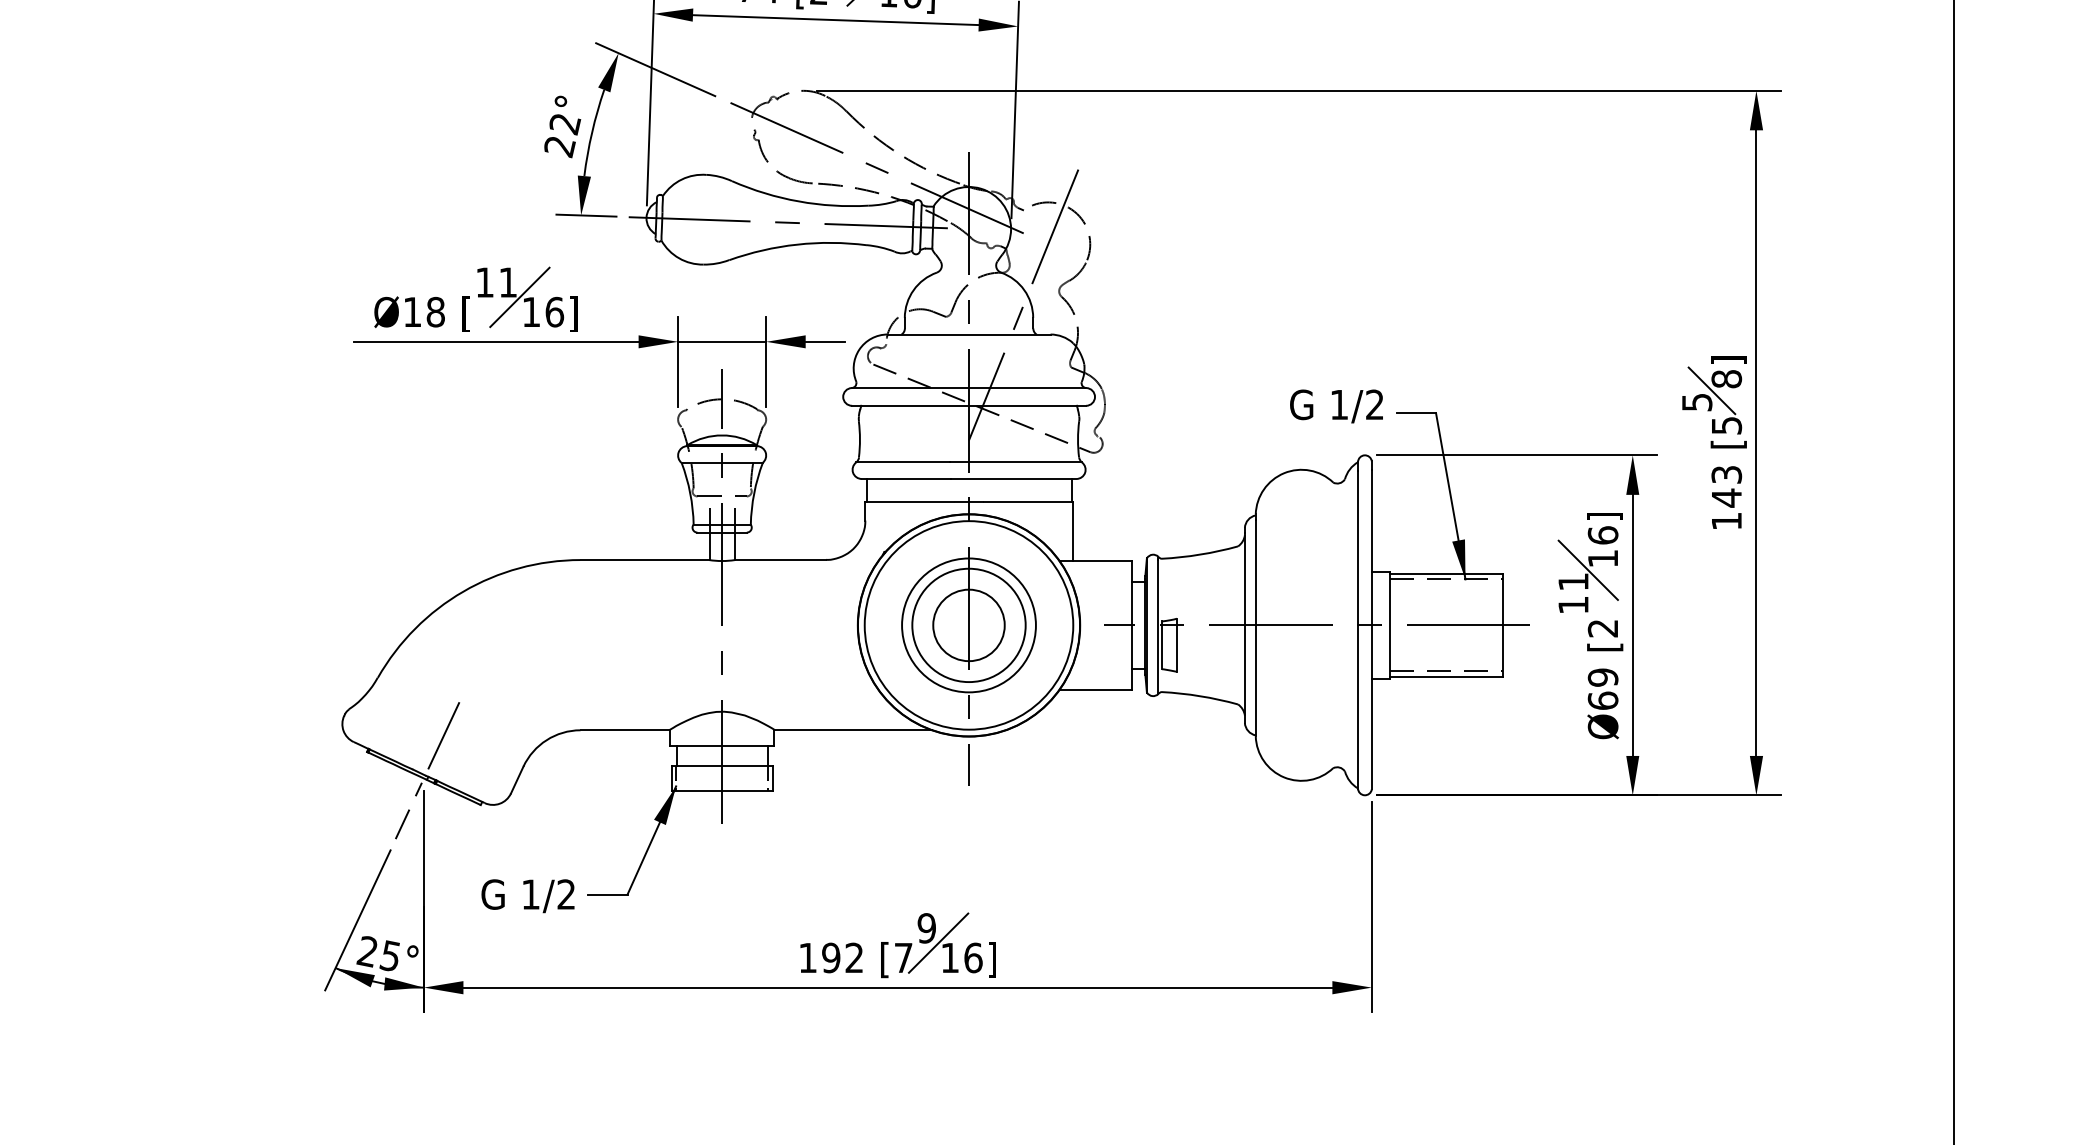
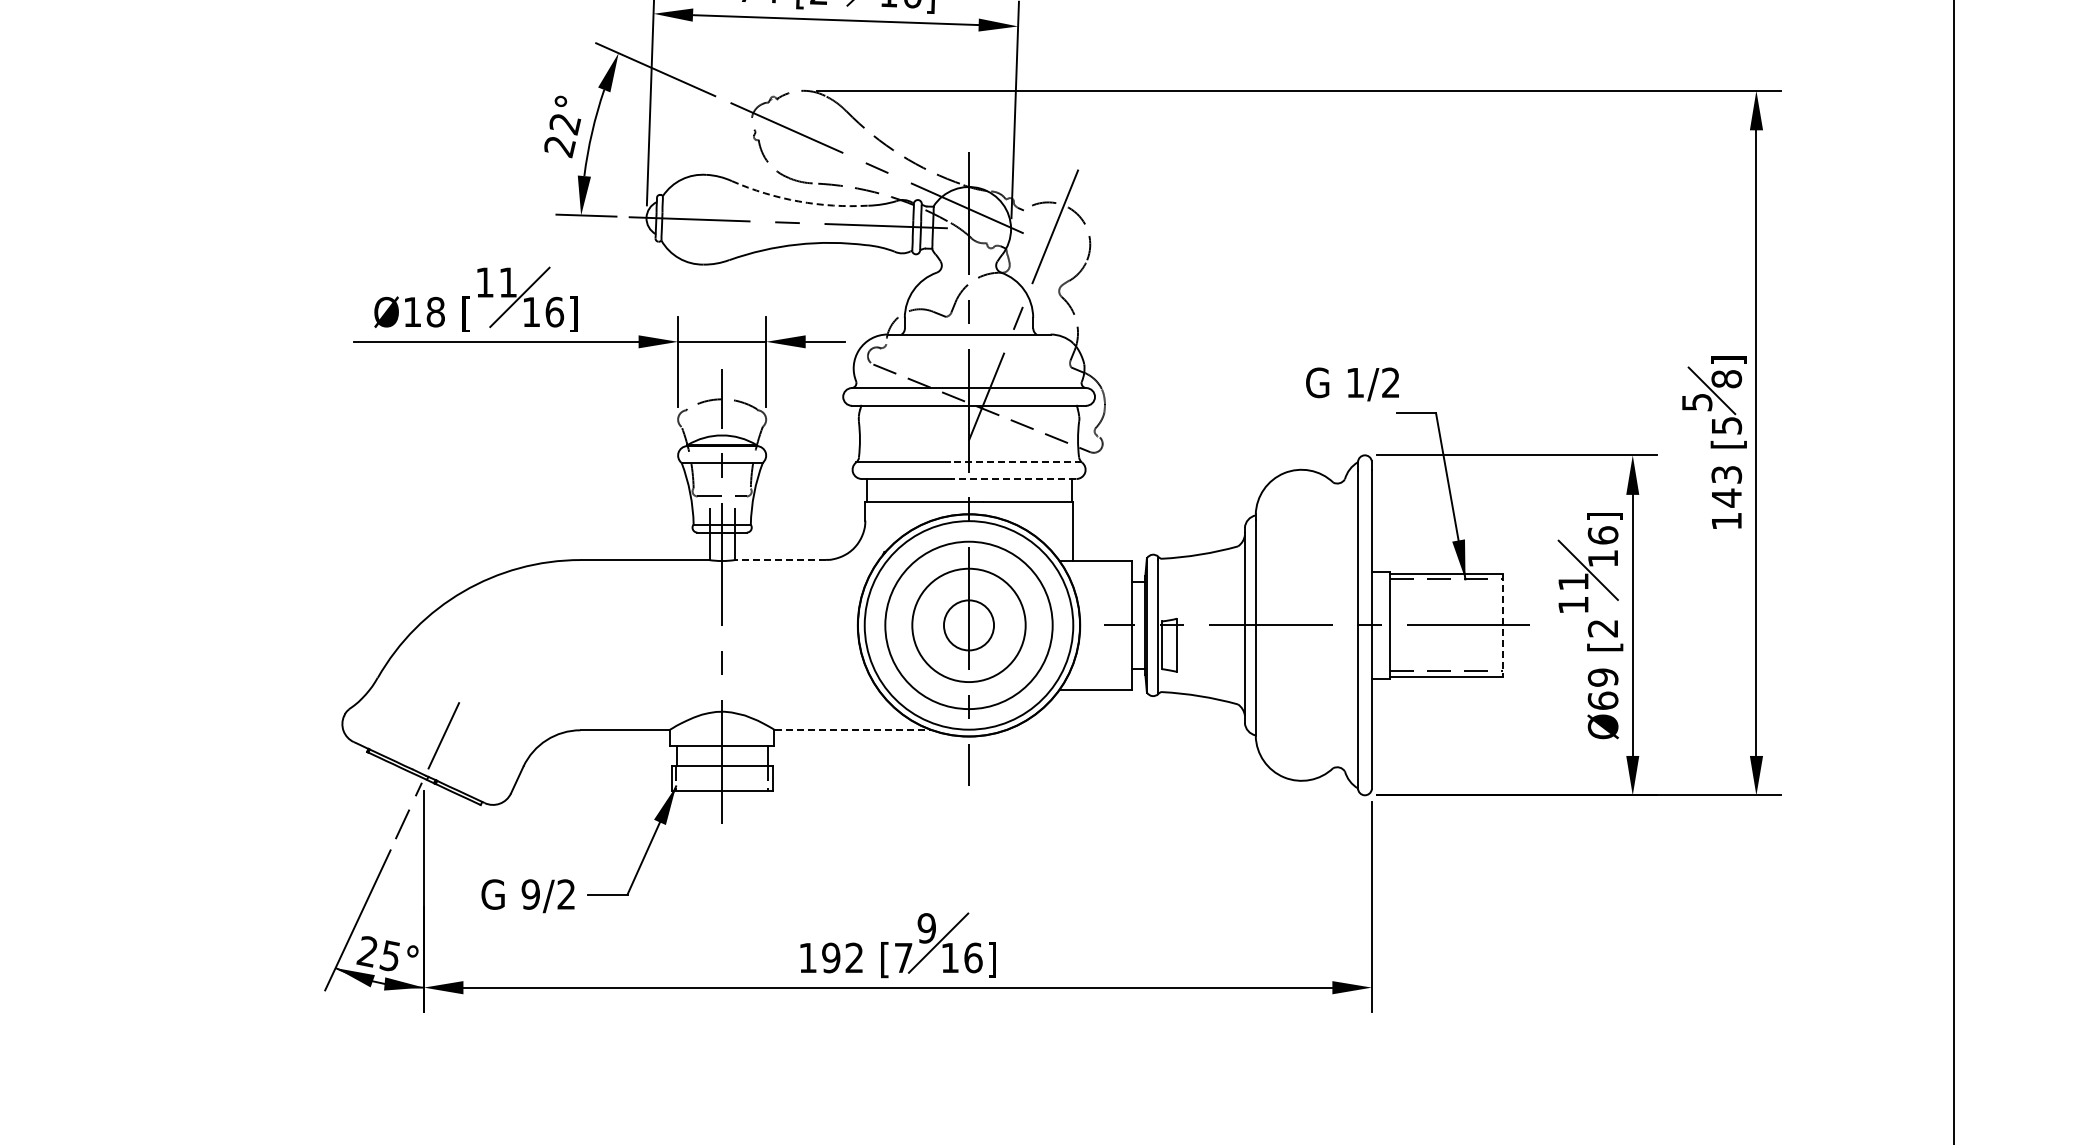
arc at (798, 201): solid -> dashed
text at (1336, 406) position: (1336, 406) -> (1352, 384)
line at (1015, 462): solid -> dashed
line at (1013, 478): solid -> dashed
line at (780, 560): solid -> dashed
circle at (968, 625) diameter: 134 px -> 167 px
circle at (968, 625) diameter: 71 px -> 50 px
line at (1503, 625): solid -> dashed
line at (853, 730): solid -> dashed
text at (530, 894): 1/2 -> 9/2
